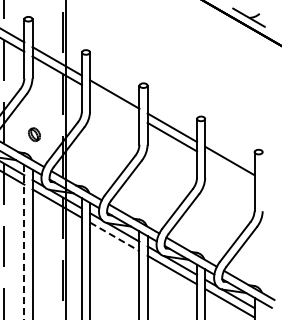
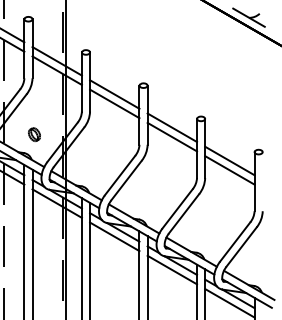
line at (114, 103): none -> present
line at (229, 170): none -> present
line at (114, 236): dashed -> solid
line at (24, 242): dashed -> solid
